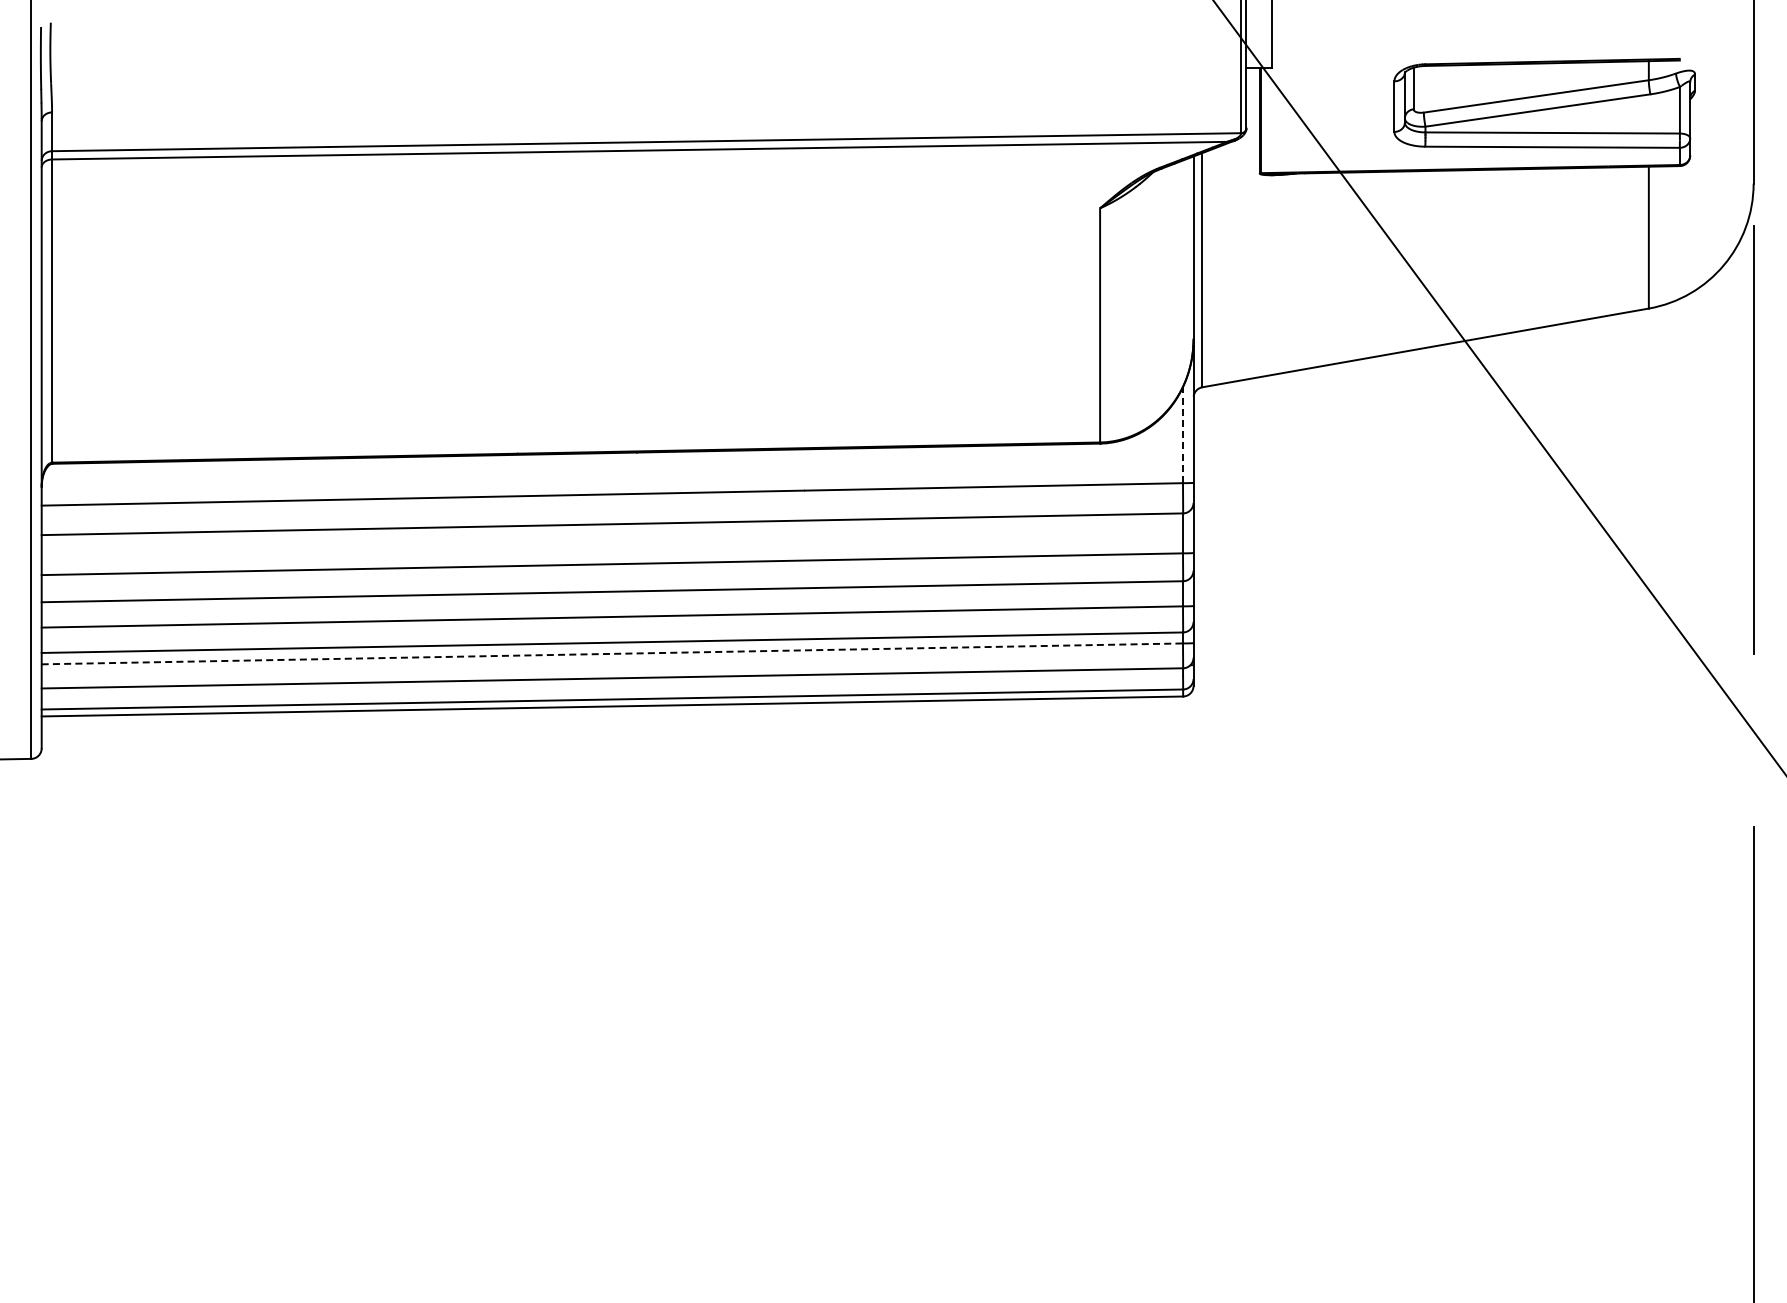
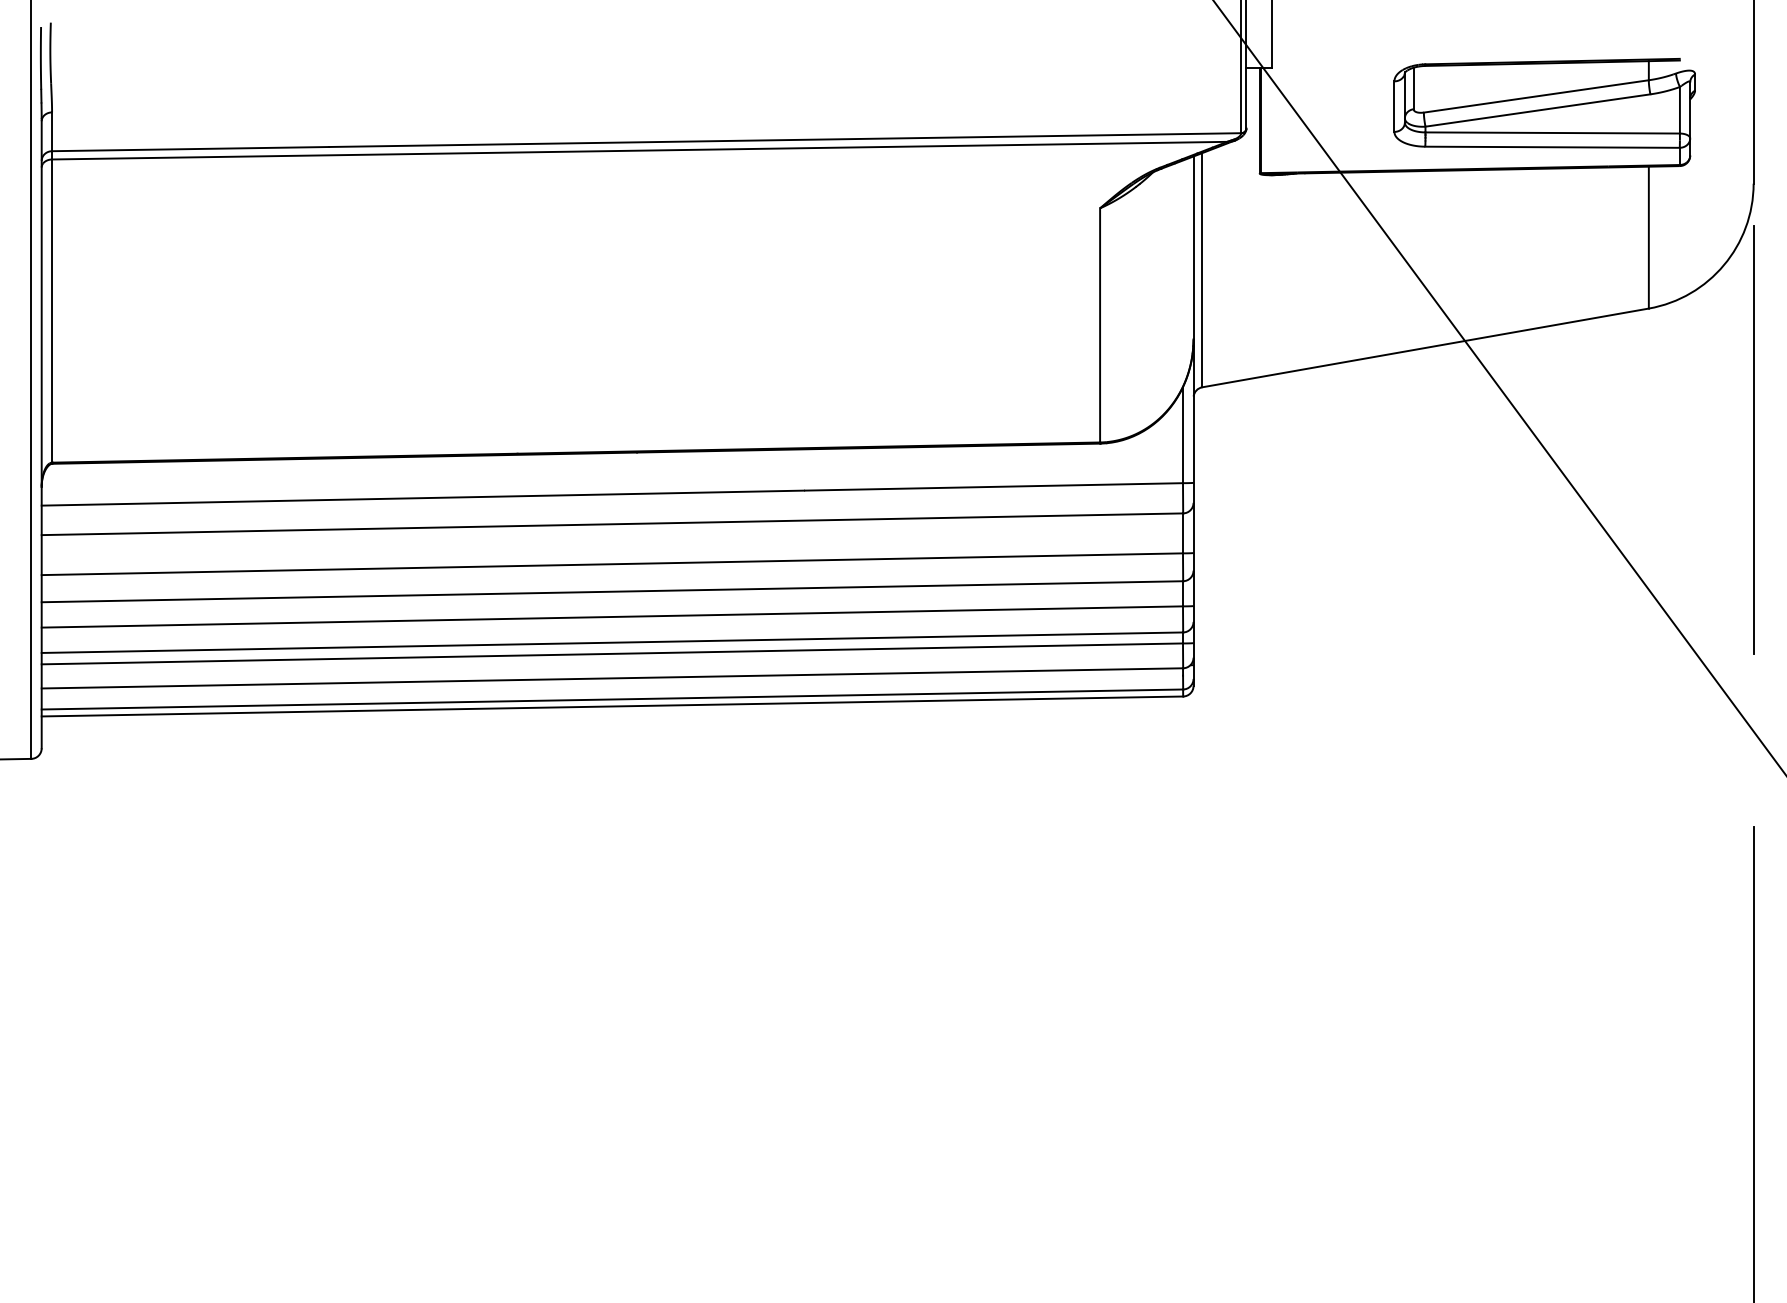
line at (1182, 435): dashed -> solid
line at (612, 653): dashed -> solid
